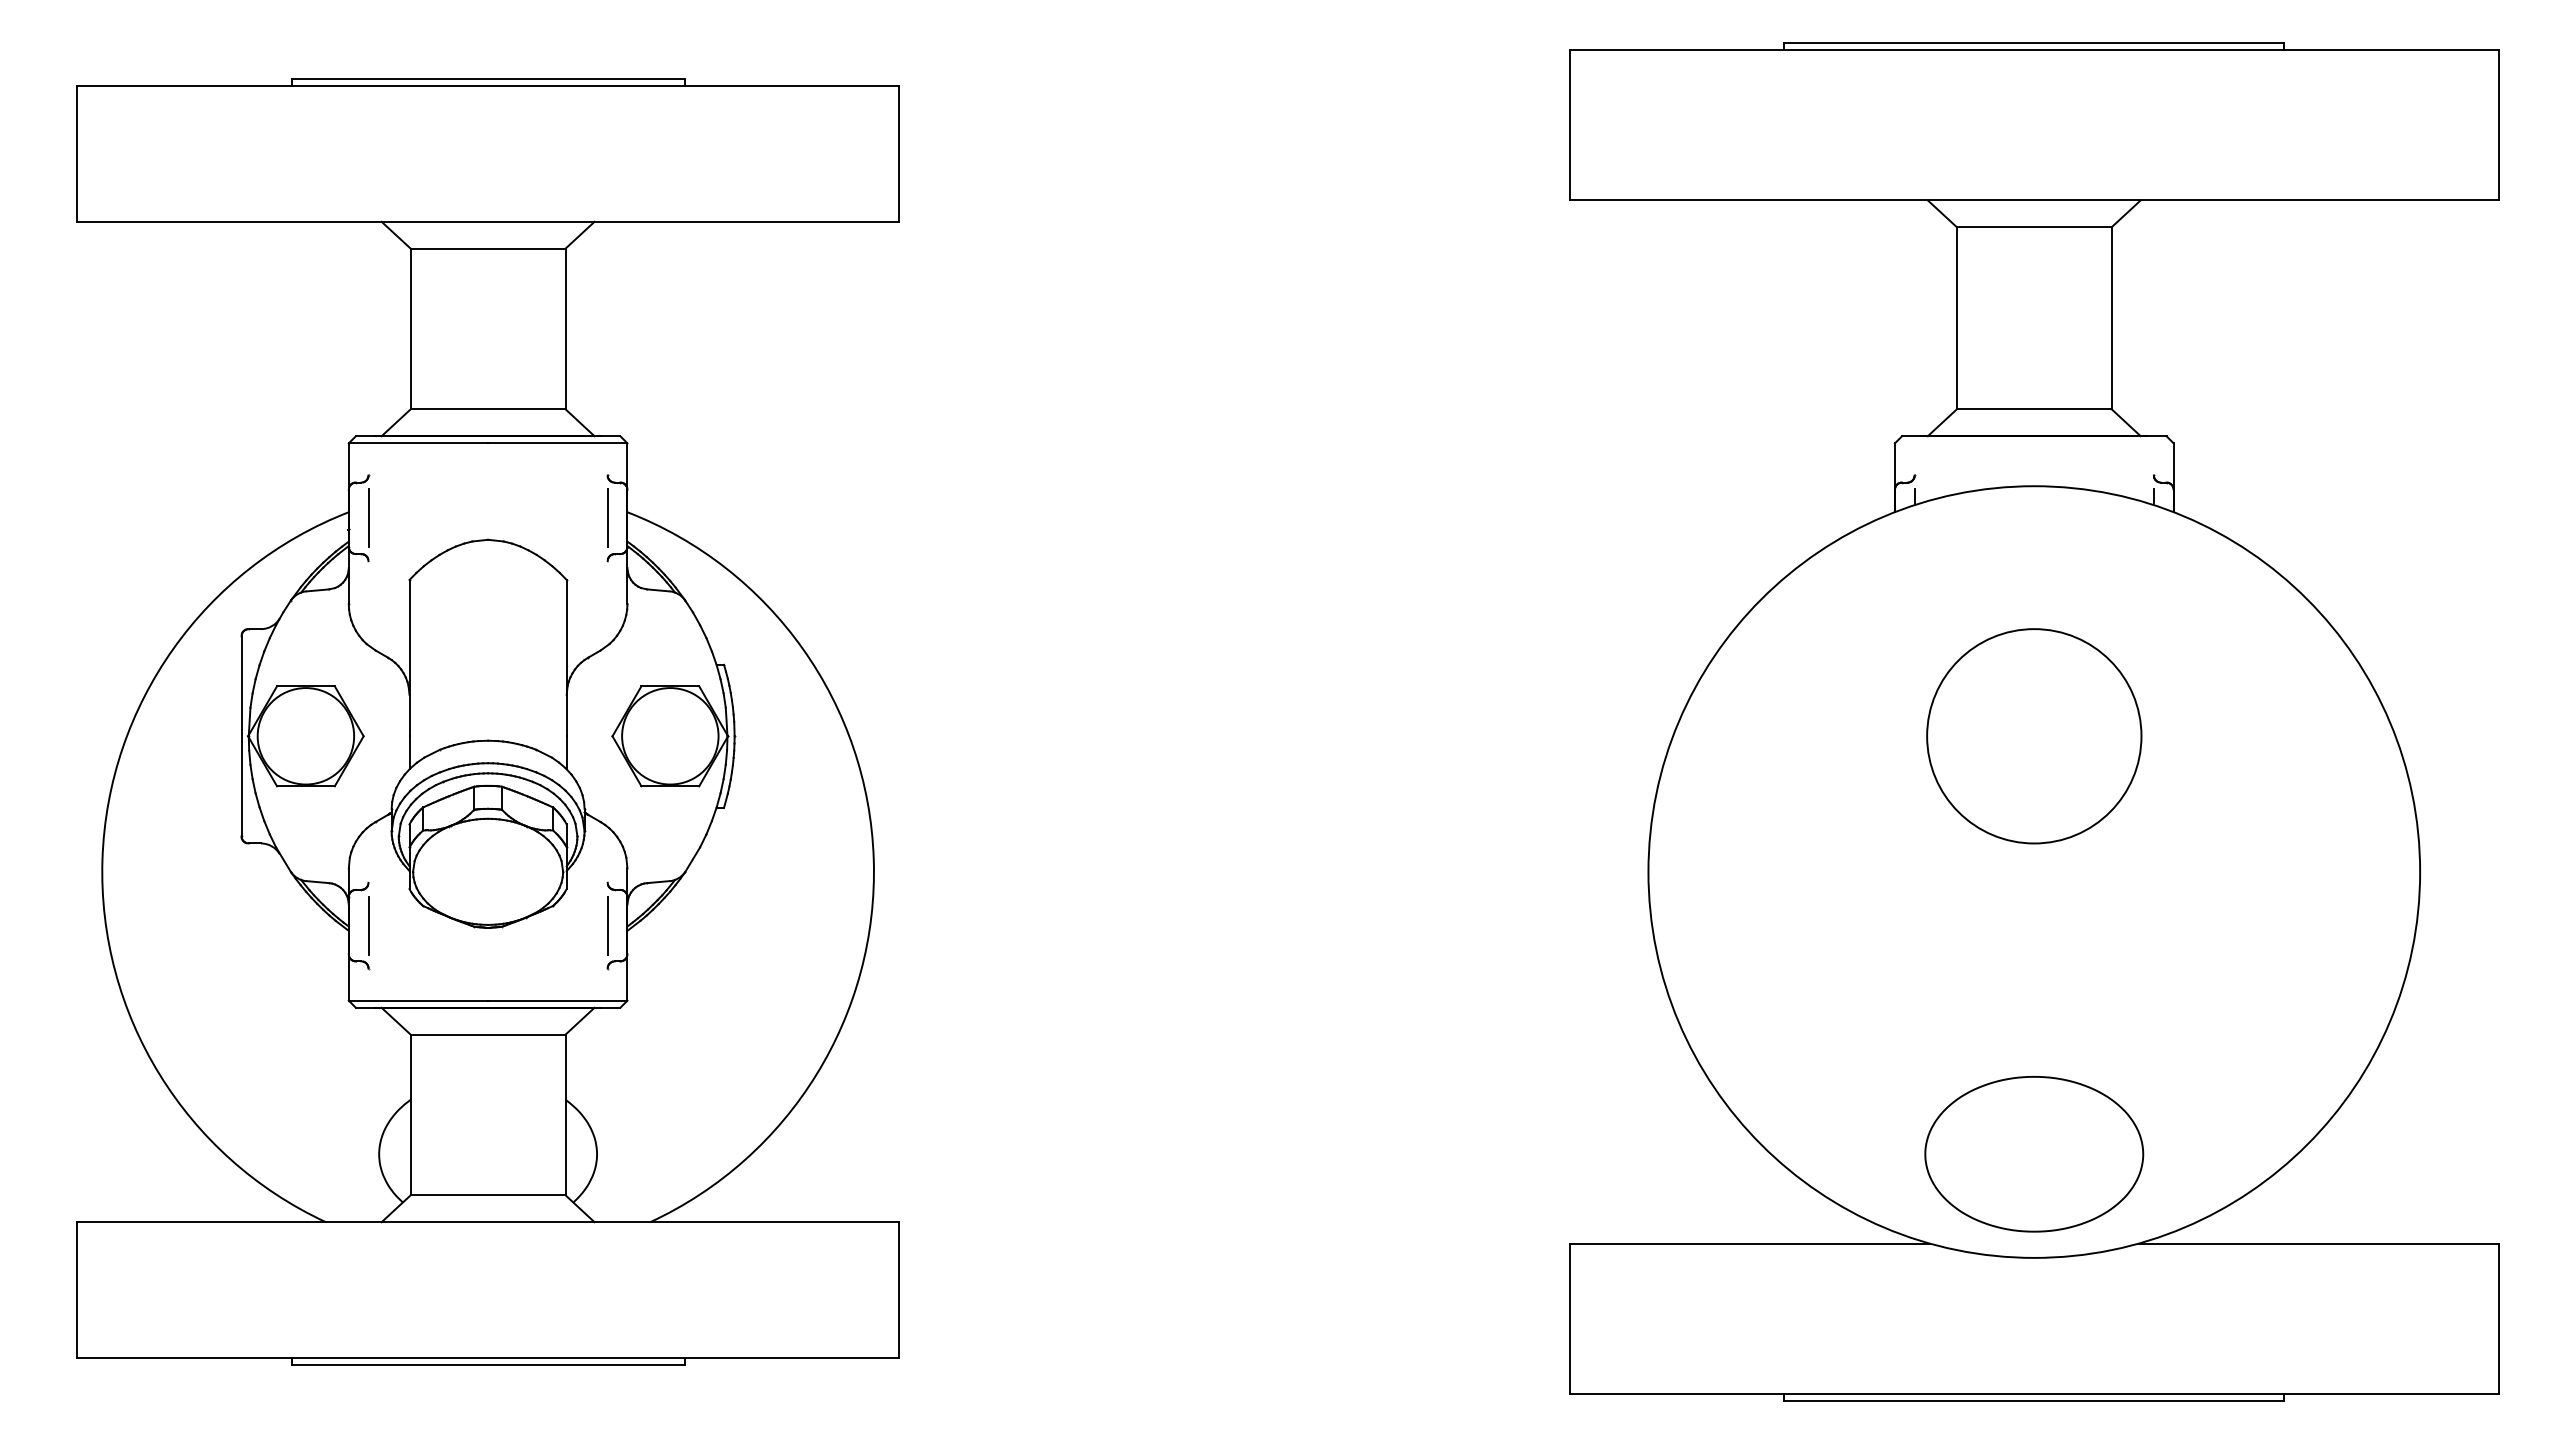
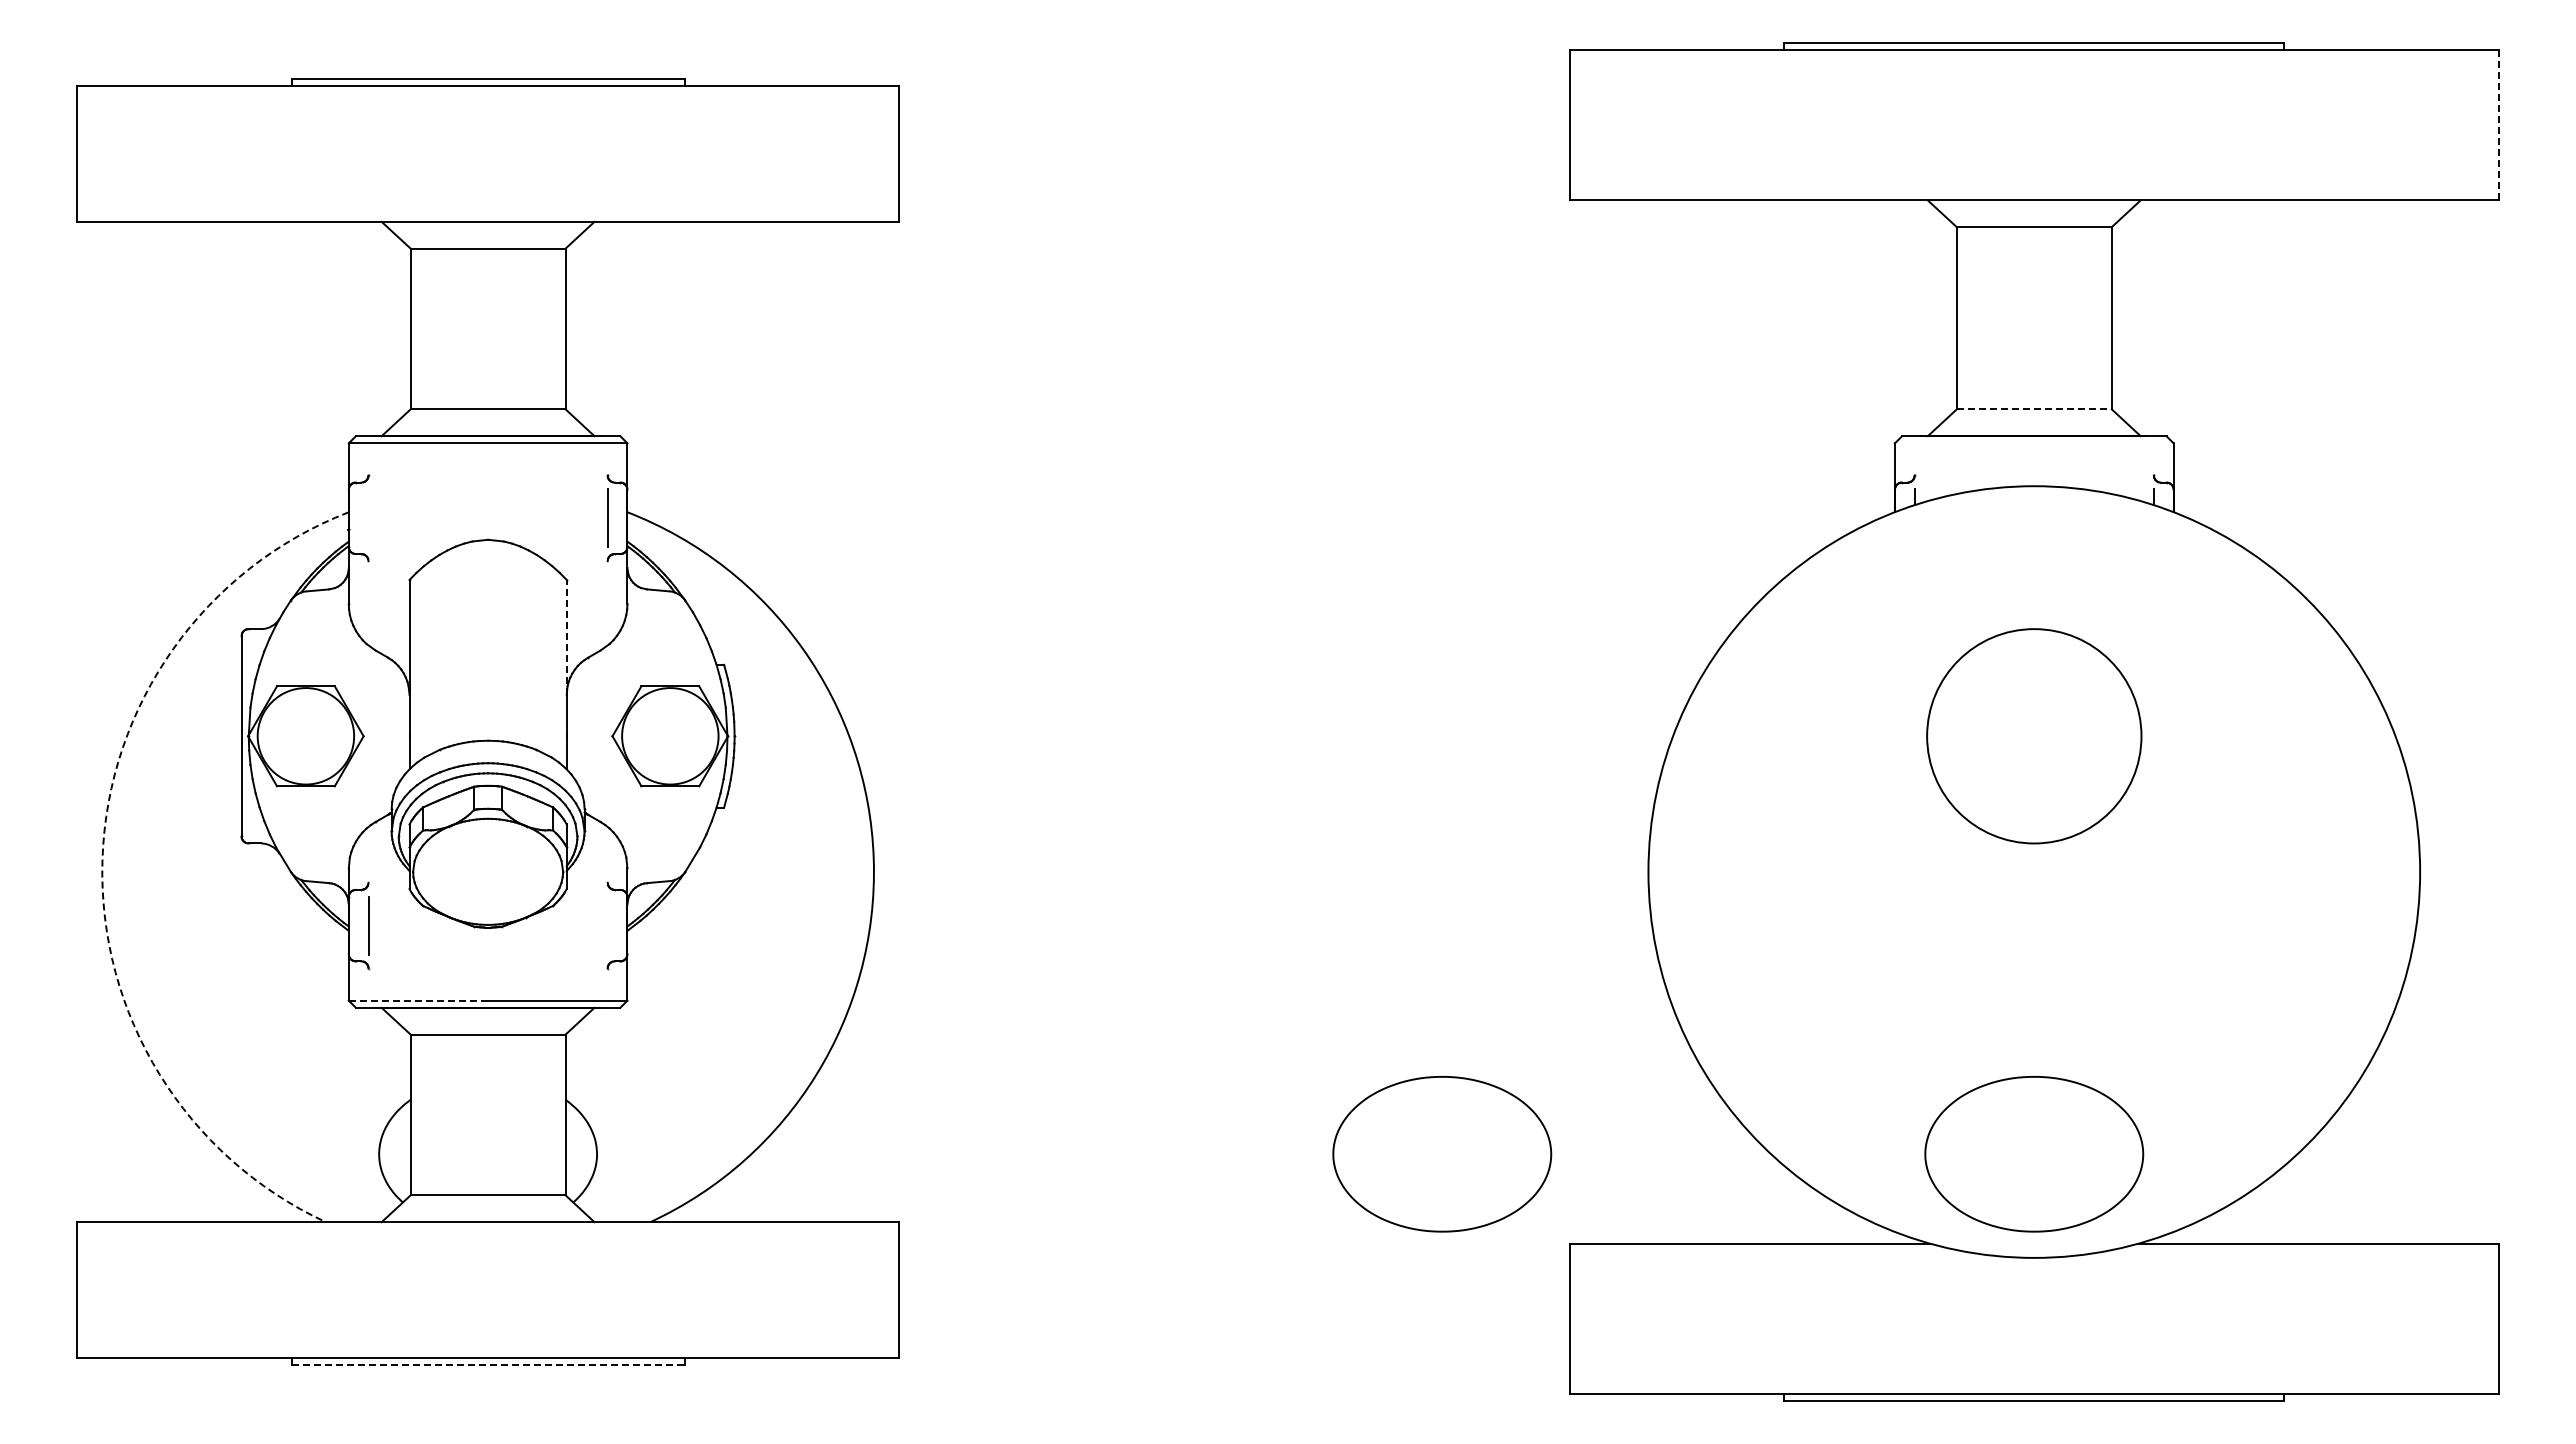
line at (2498, 124): solid -> dashed
line at (2034, 409): solid -> dashed
line at (368, 517): present -> none
line at (566, 636): solid -> dashed
arc at (102, 859): solid -> dashed
line at (607, 925): present -> none
line at (418, 1000): solid -> dashed
part at (1442, 1154): none -> present
line at (488, 1365): solid -> dashed
